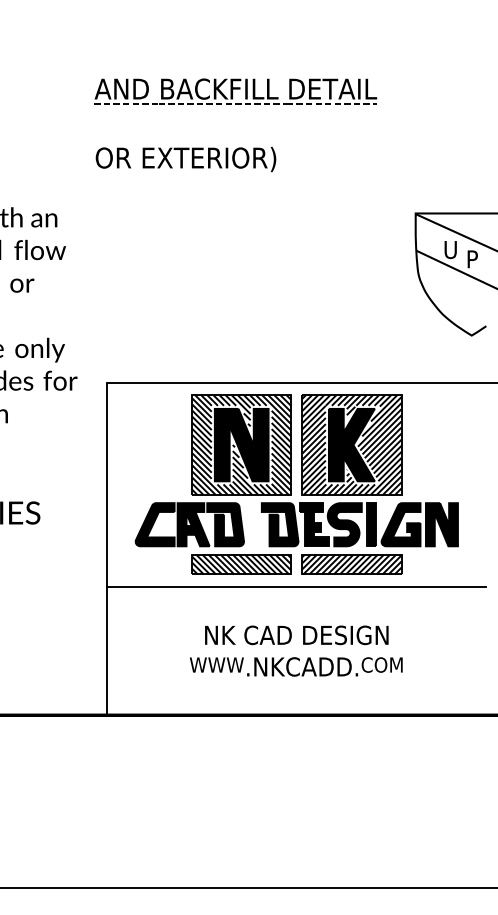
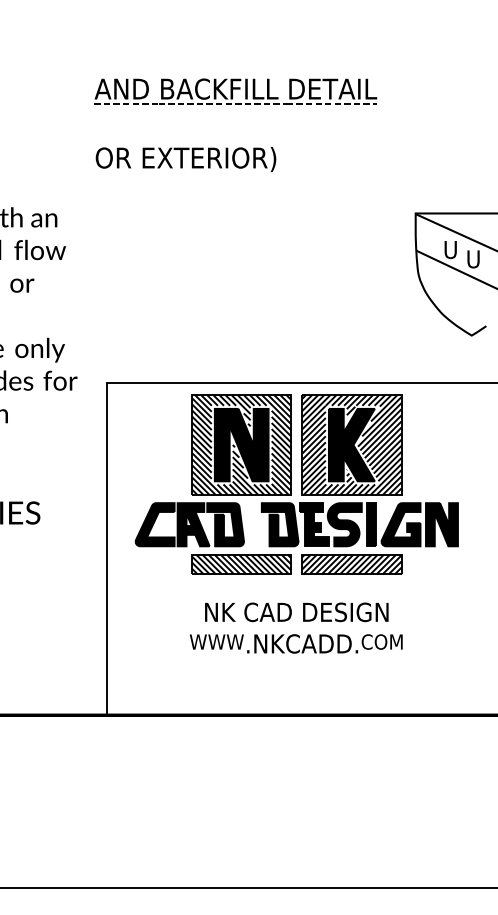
text at (473, 259): P -> U
line at (296, 587): present -> none
text at (296, 650) position: (296, 650) -> (296, 627)
